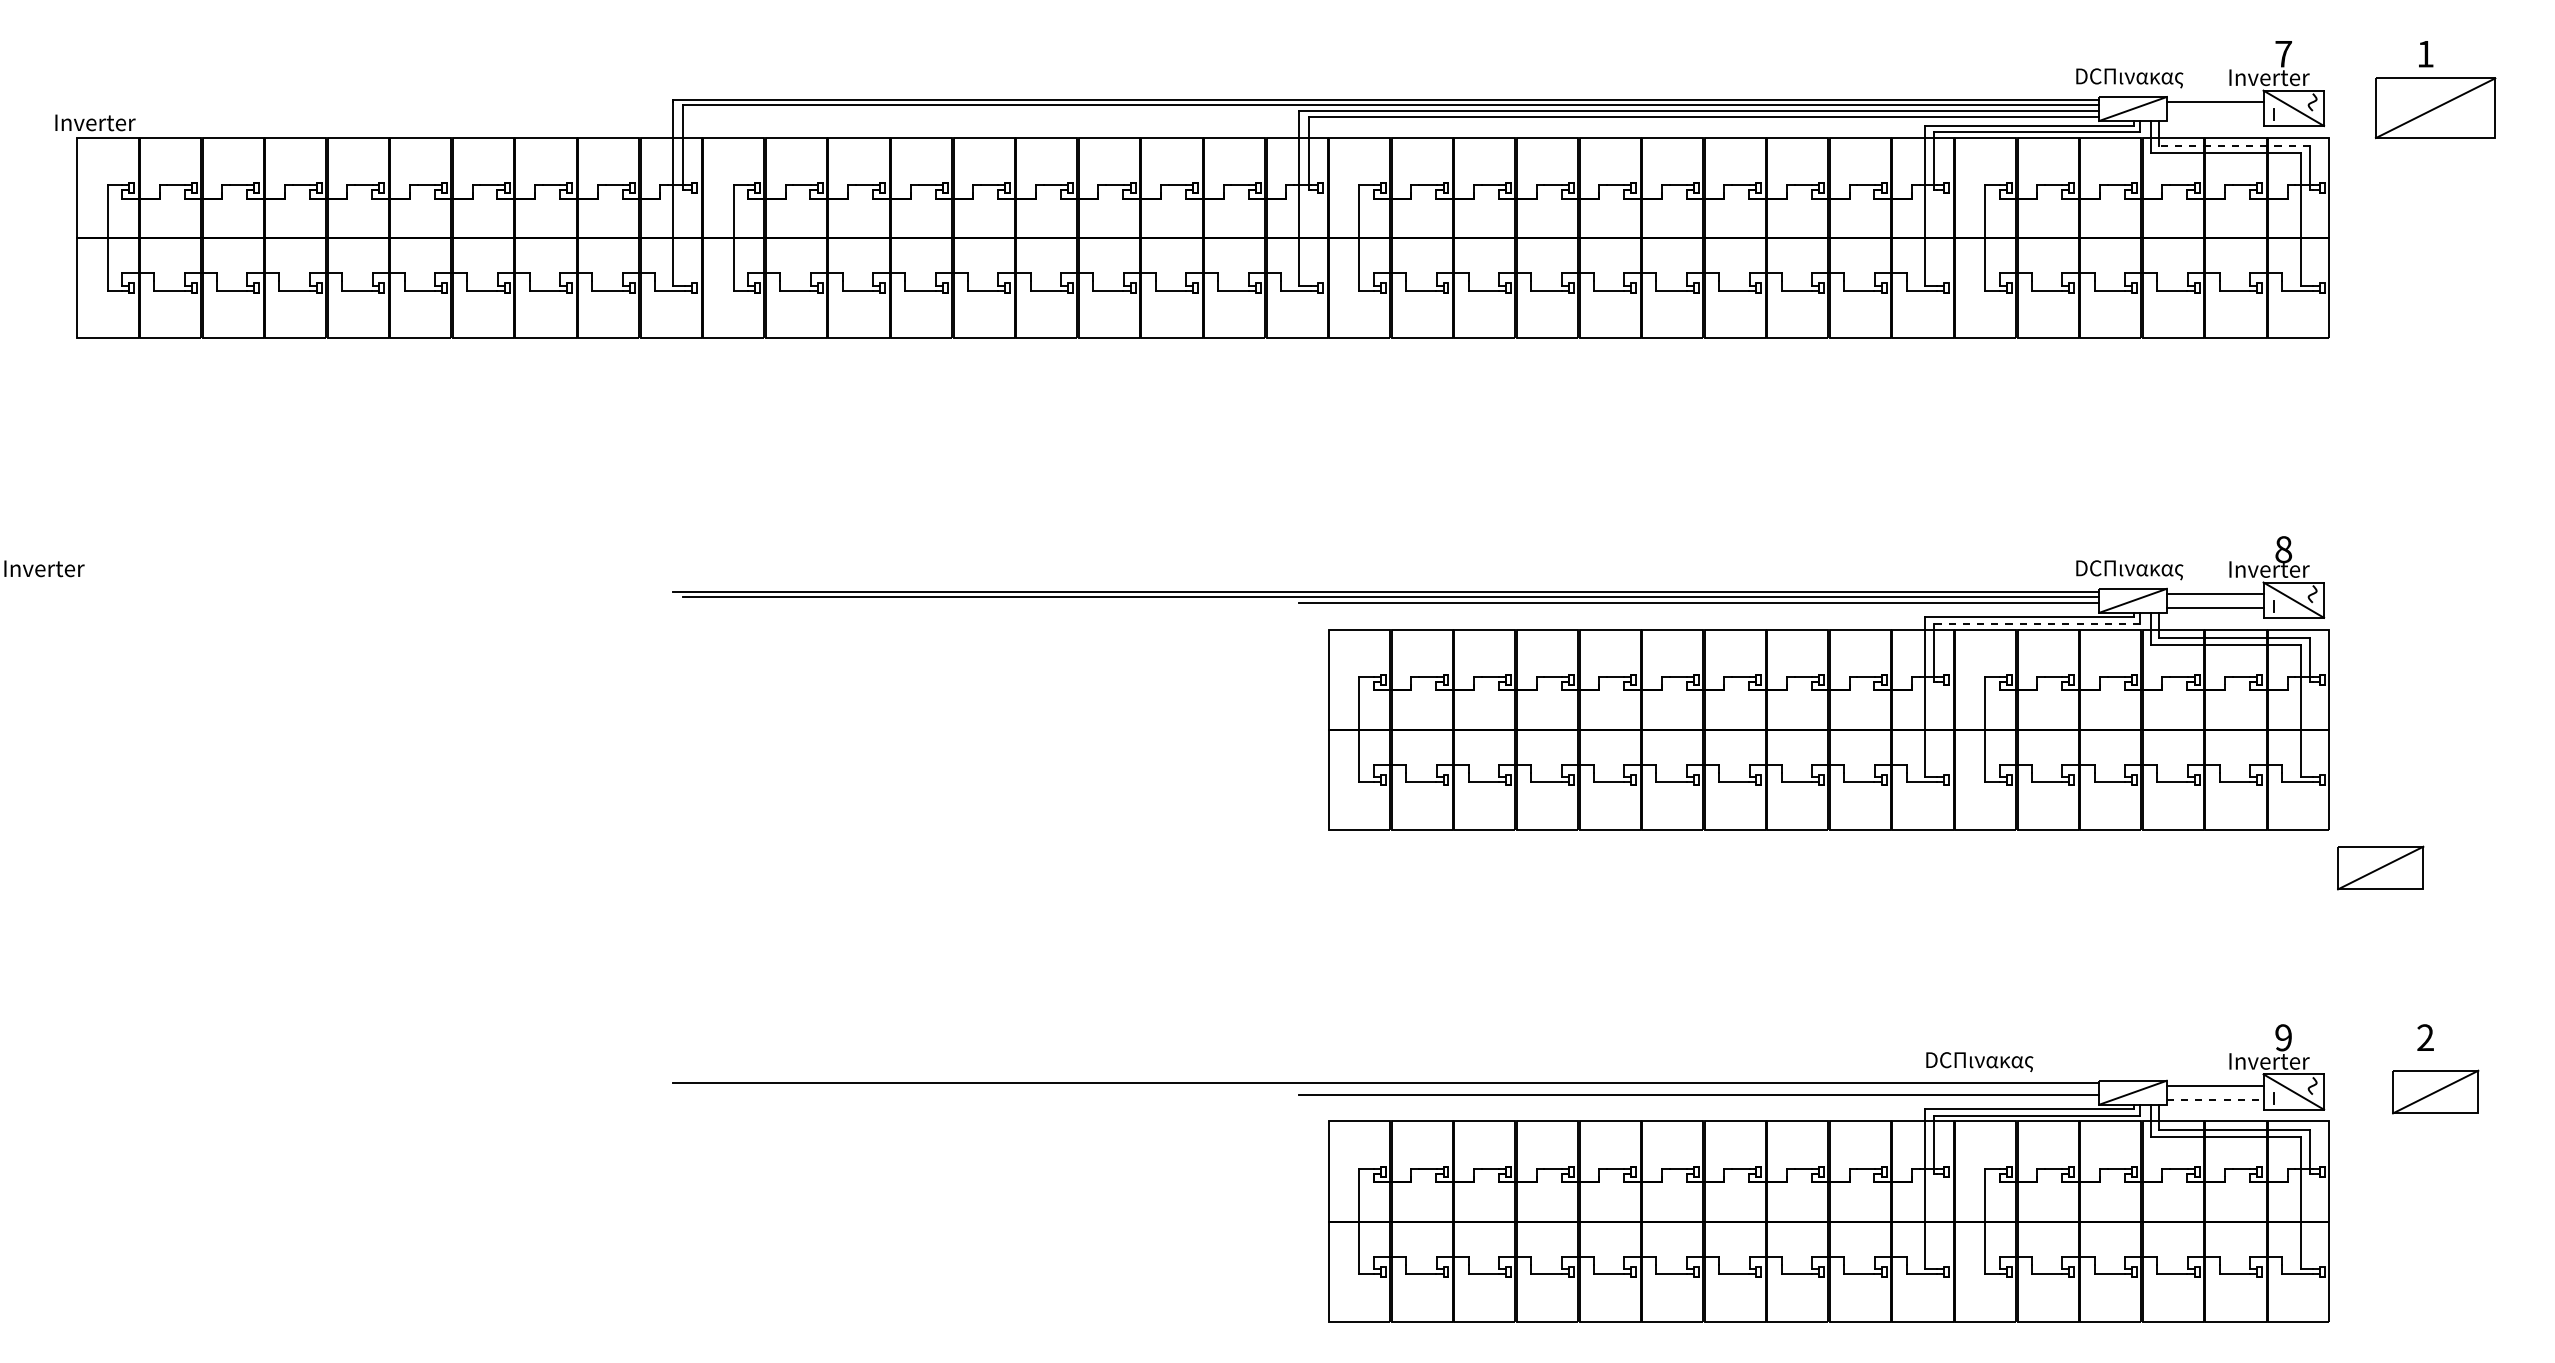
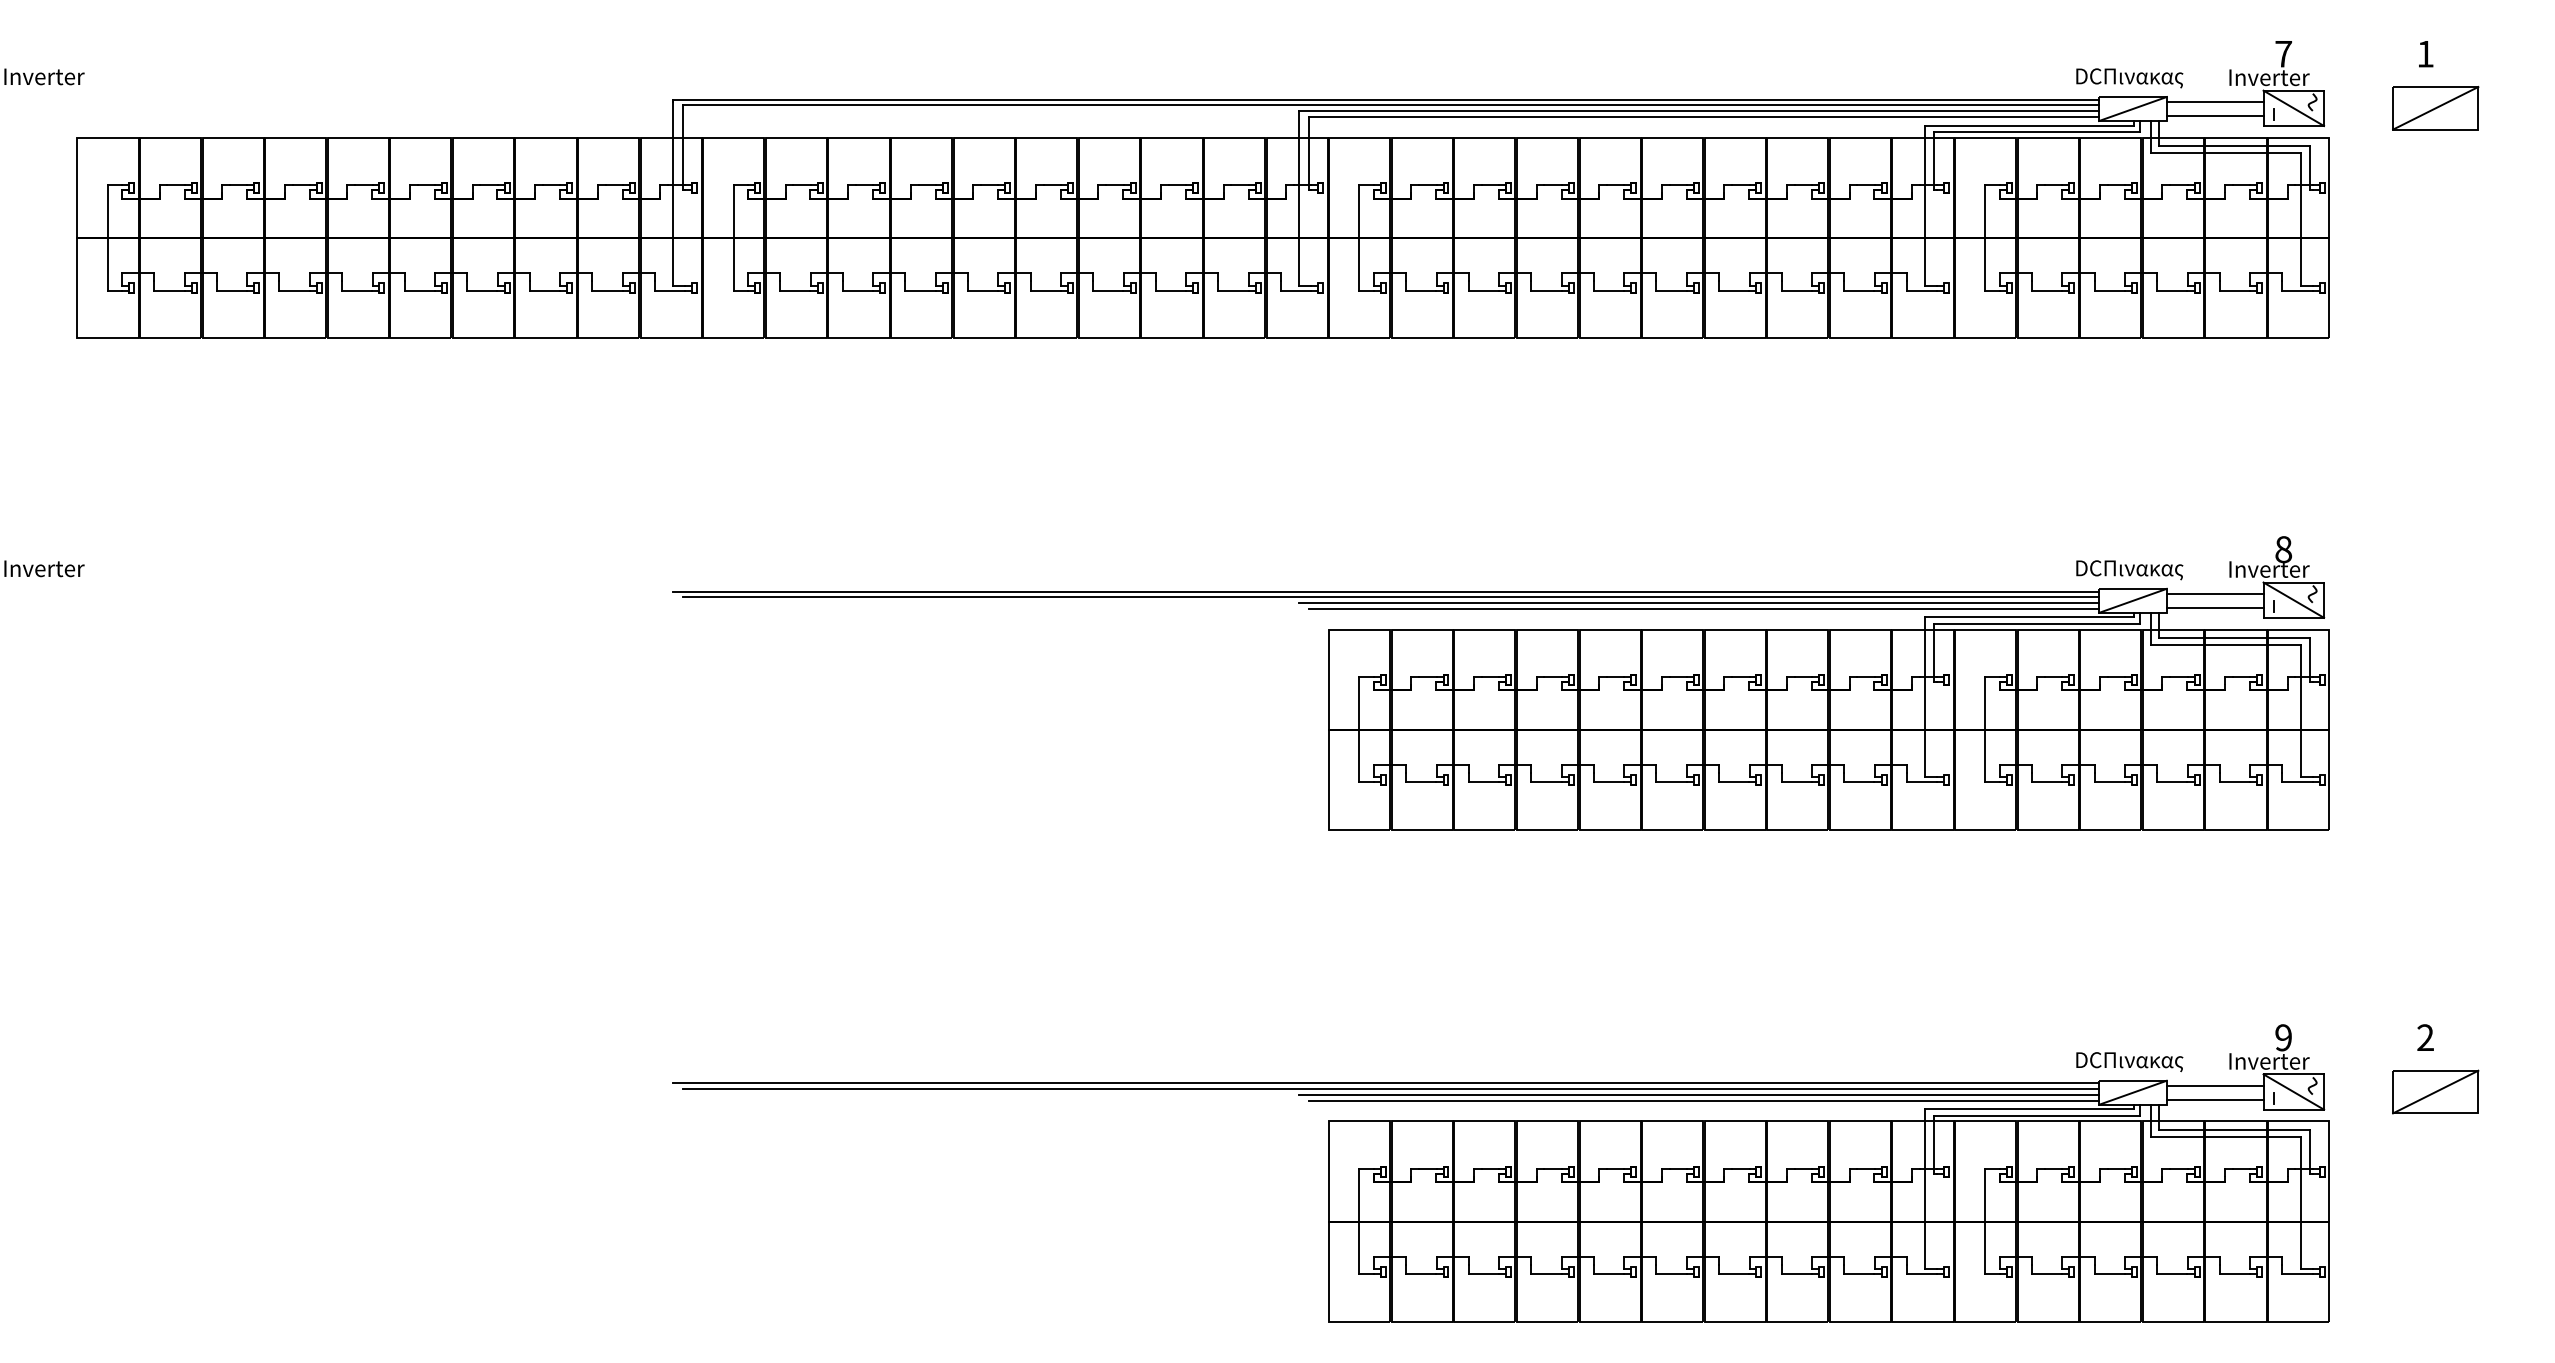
part at (2435, 108) size: 123x63 px -> 88x45 px
line at (2214, 115): none -> present
text at (95, 122) position: (95, 122) -> (44, 76)
line at (2234, 146): dashed -> solid
line at (1703, 609): none -> present
line at (2037, 623): dashed -> solid
part at (2380, 867): present -> none
text at (1979, 1062) position: (1979, 1062) -> (2129, 1062)
line at (1390, 1088): none -> present
line at (2215, 1099): dashed -> solid
line at (1703, 1101): none -> present
